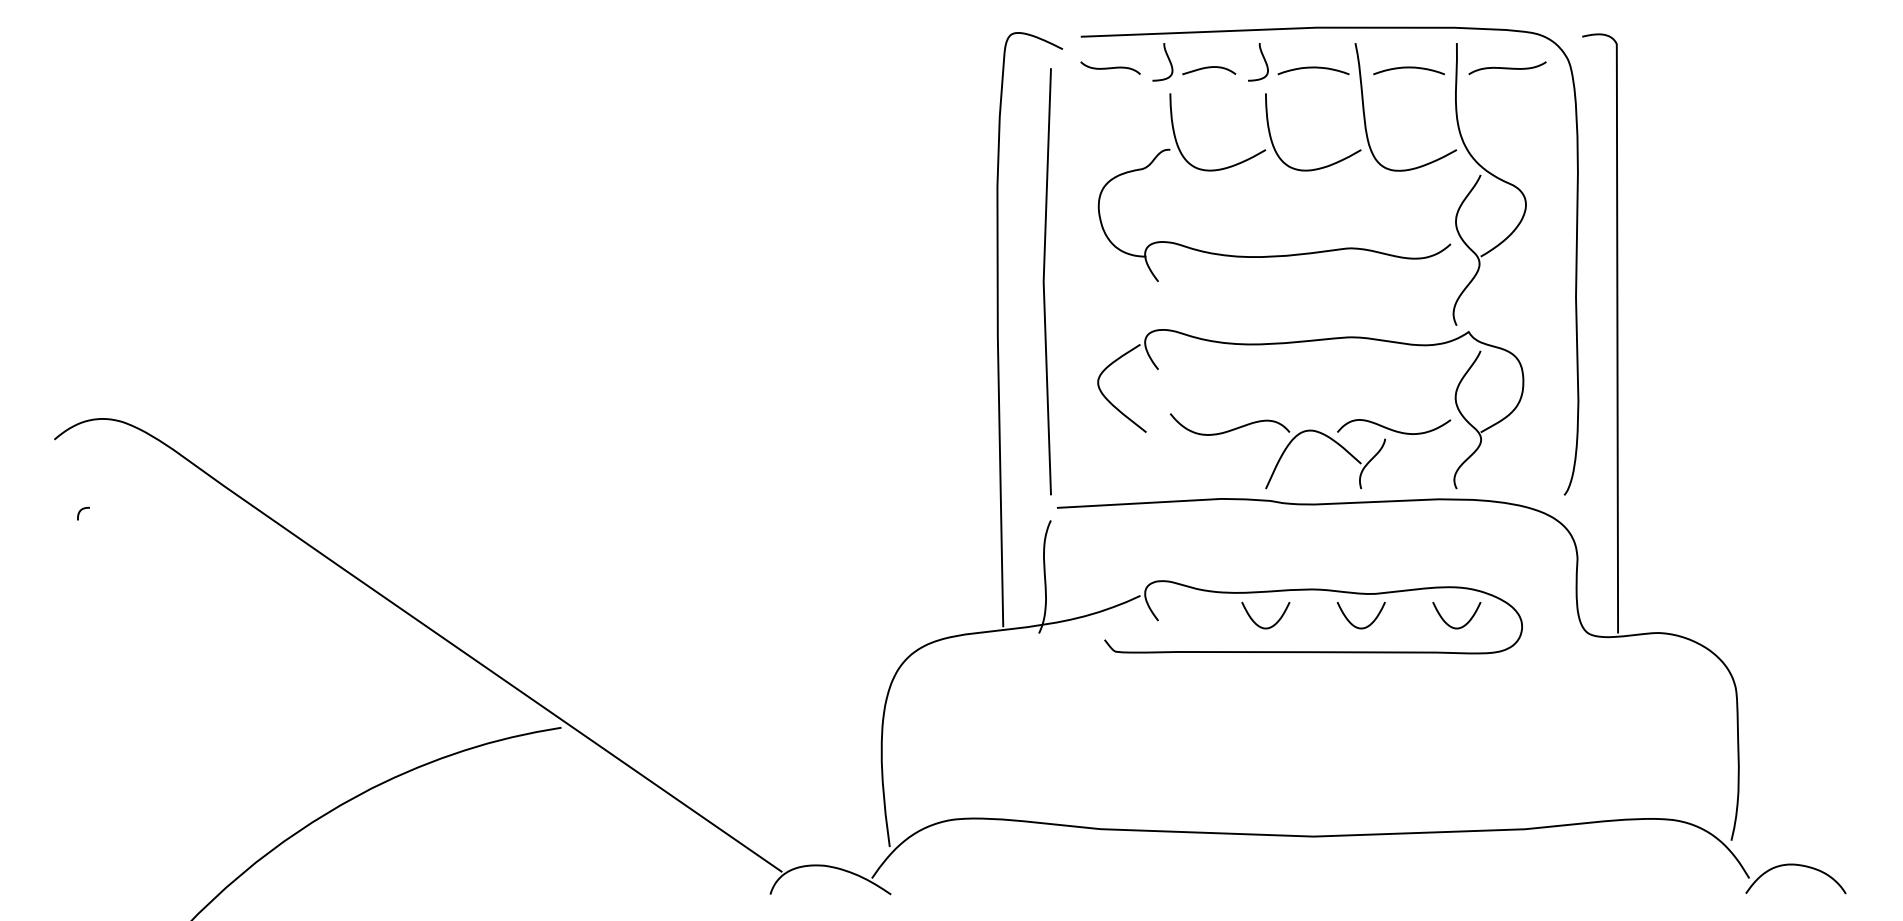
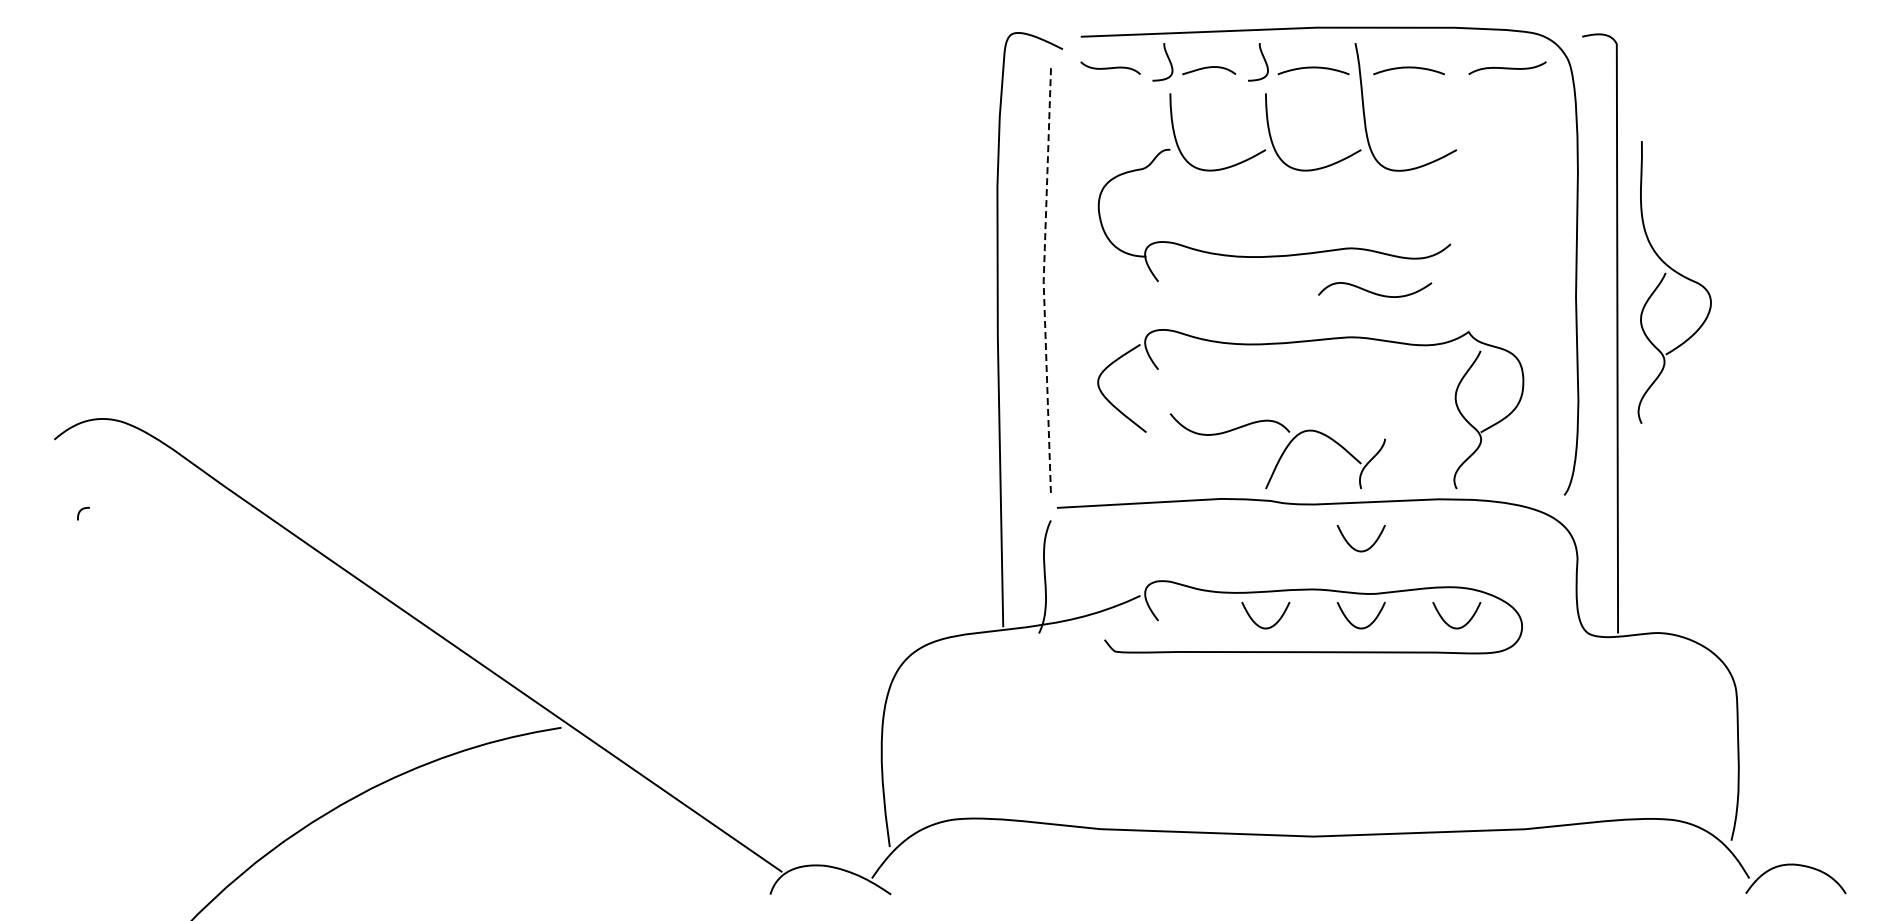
part at (1494, 177) position: (1494, 177) -> (1679, 275)
line at (1043, 281): solid -> dashed
curve at (1393, 429) position: (1393, 429) -> (1374, 292)
curve at (1355, 548): none -> present
